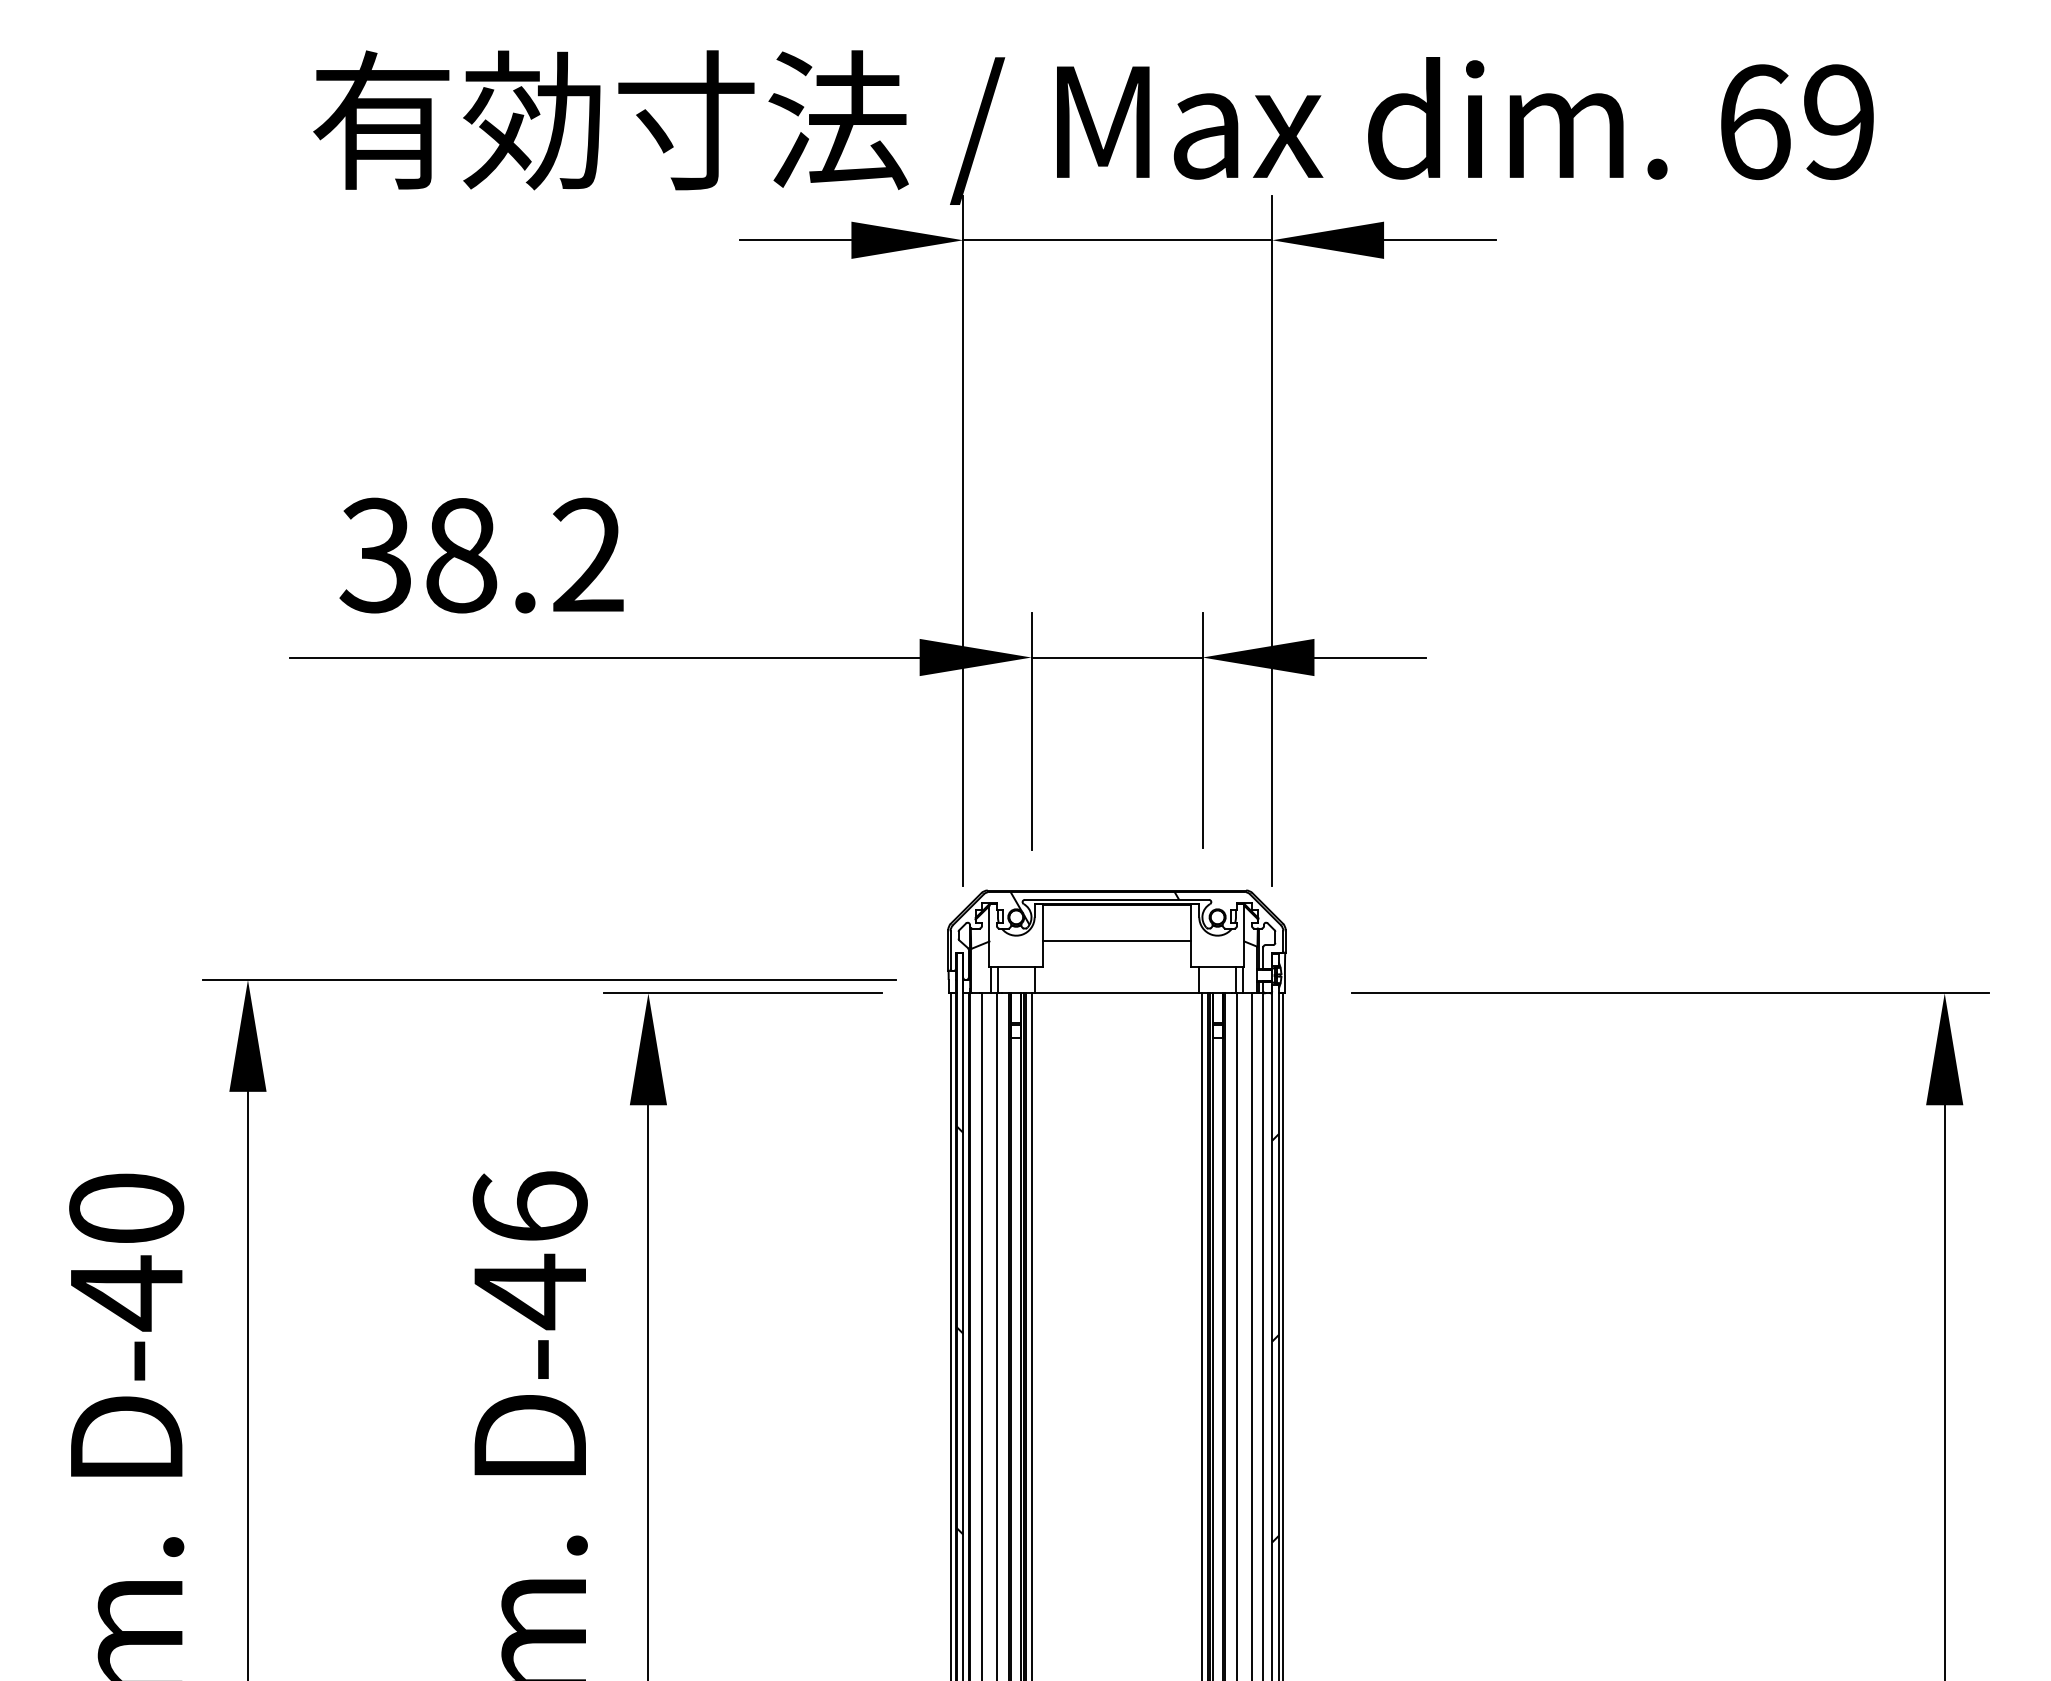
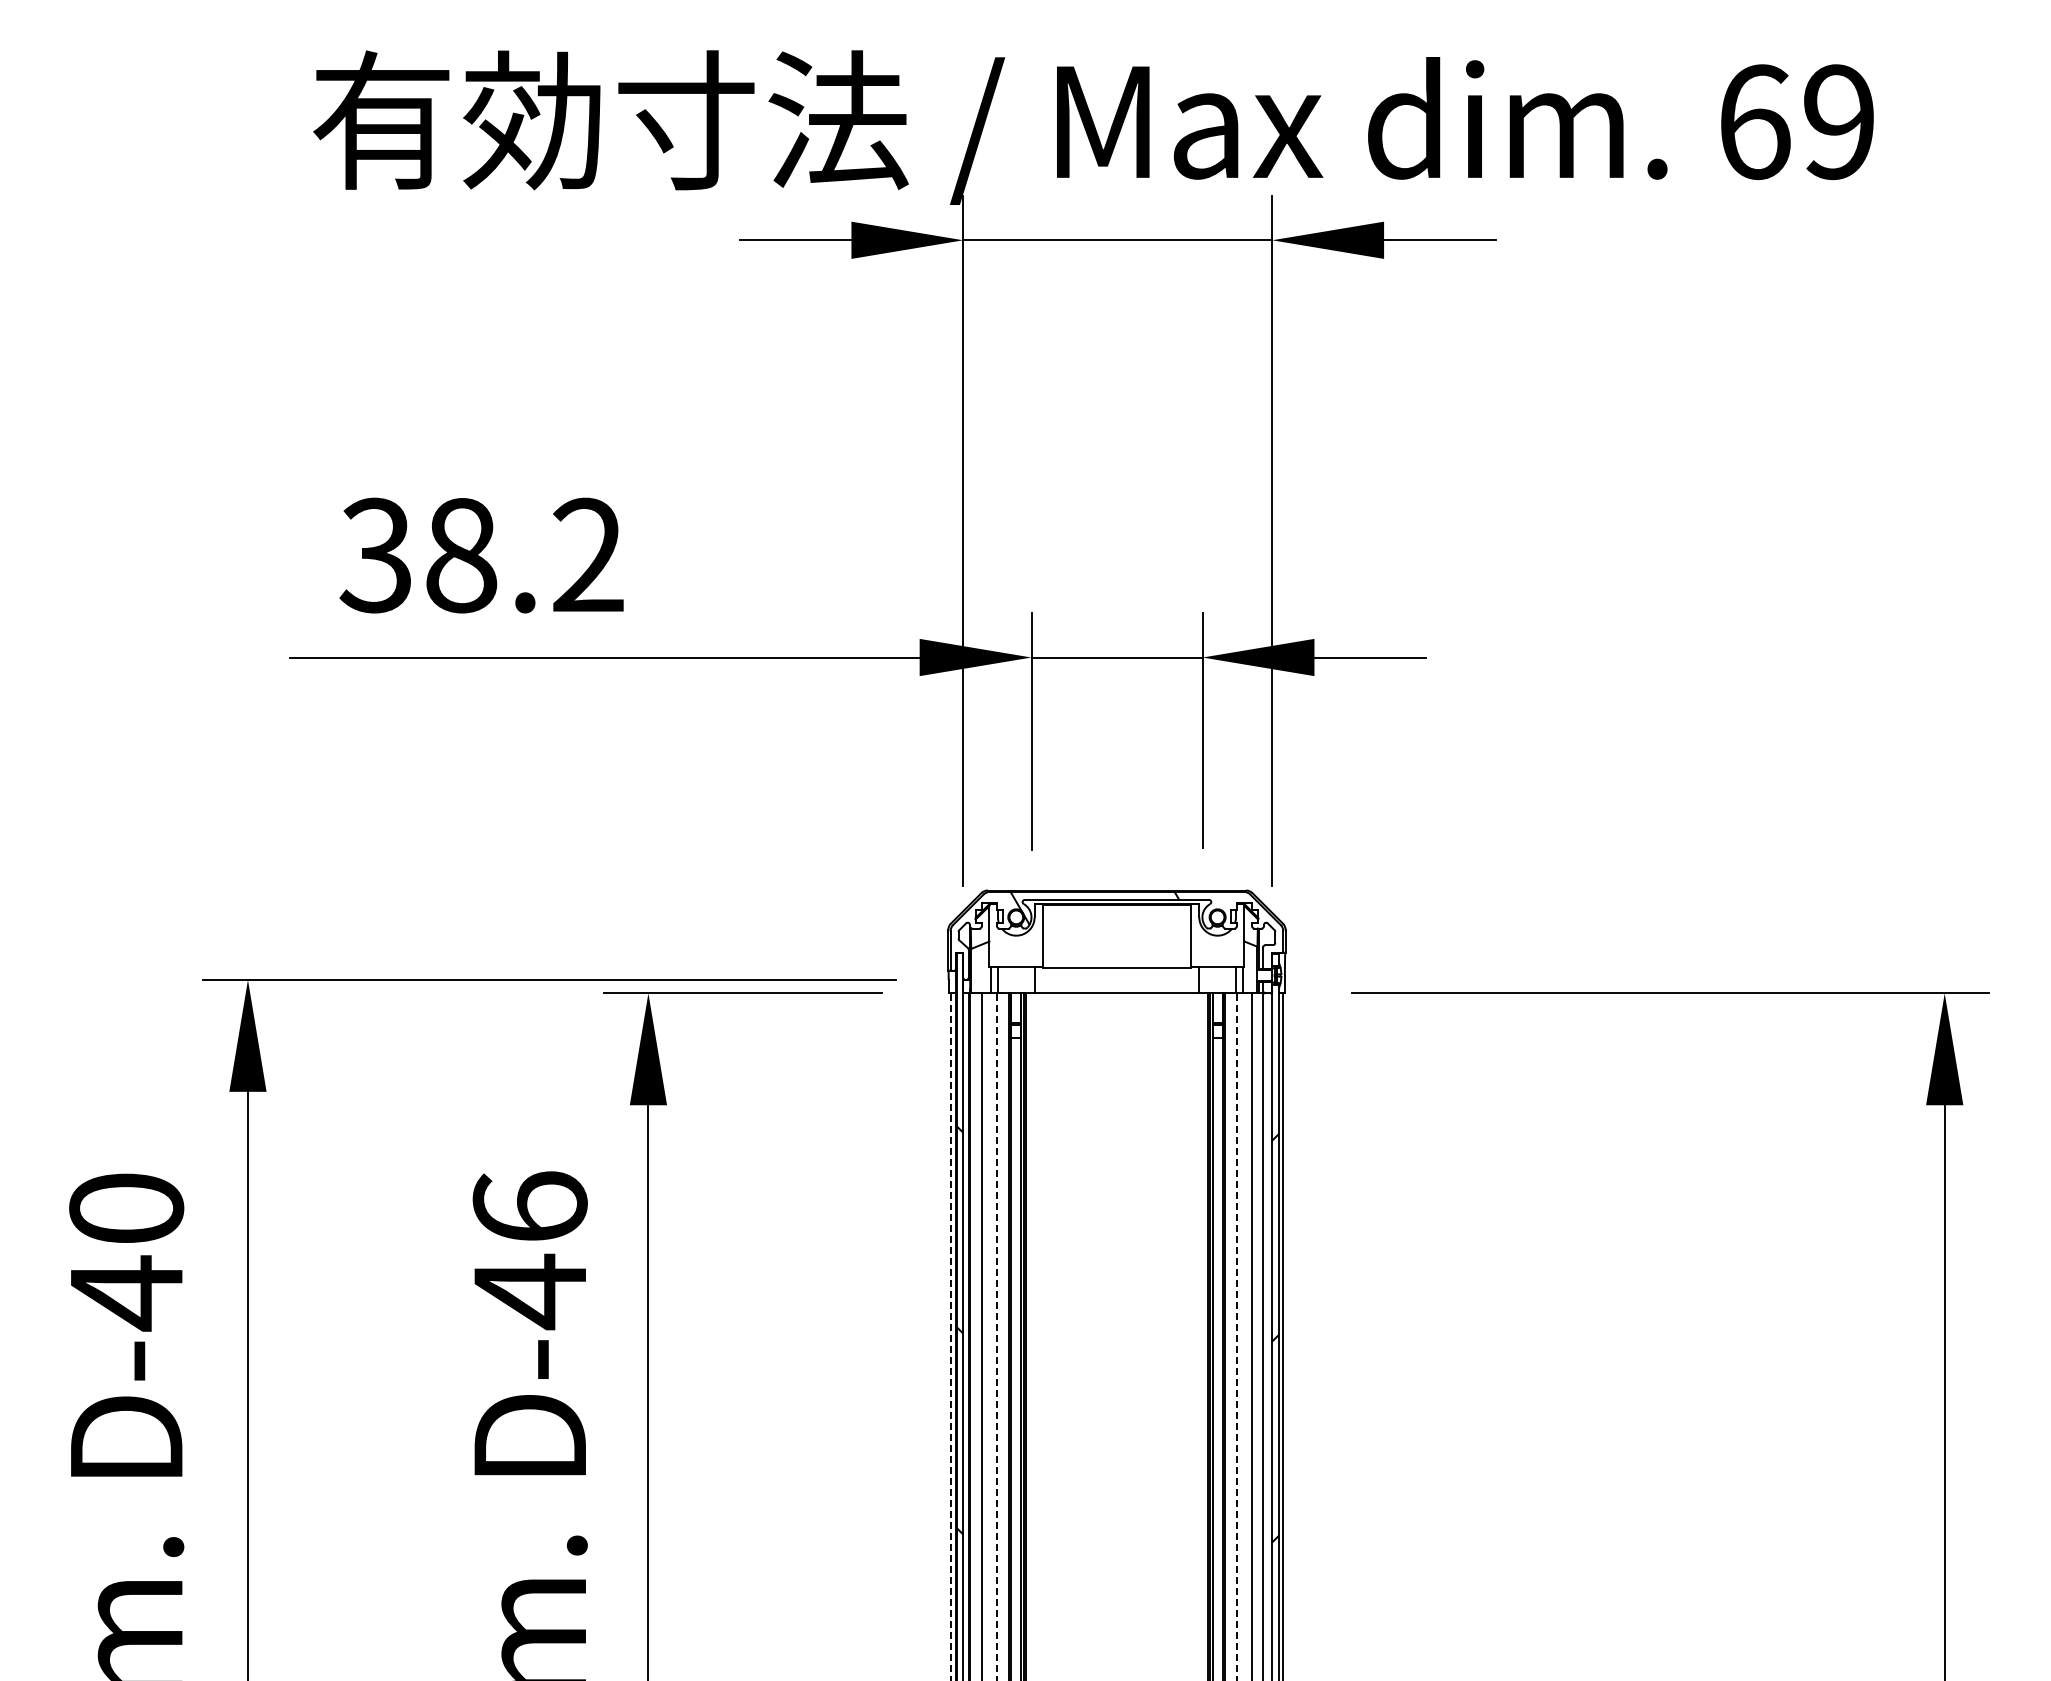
line at (1116, 940) position: (1116, 940) -> (1116, 967)
line at (1031, 1335): present -> none
line at (1202, 1335): present -> none
line at (950, 1336): solid -> dashed
line at (997, 1336): solid -> dashed
line at (1236, 1336): solid -> dashed
